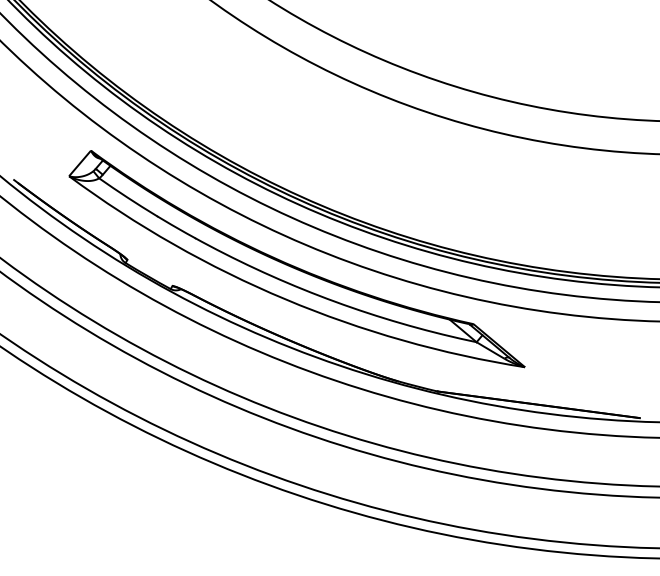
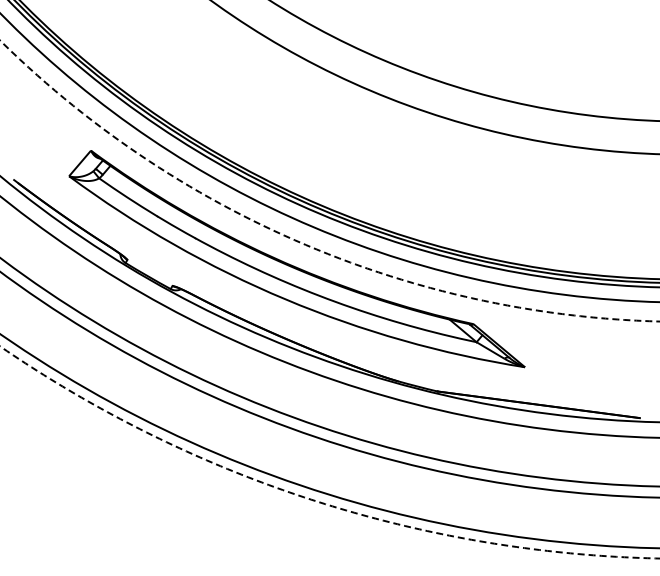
circle at (329, 180): solid -> dashed
circle at (329, 452): solid -> dashed
